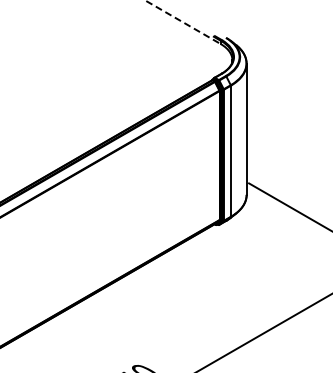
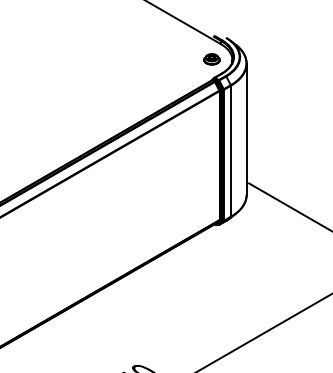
line at (182, 22): dashed -> solid
part at (211, 59): none -> present
